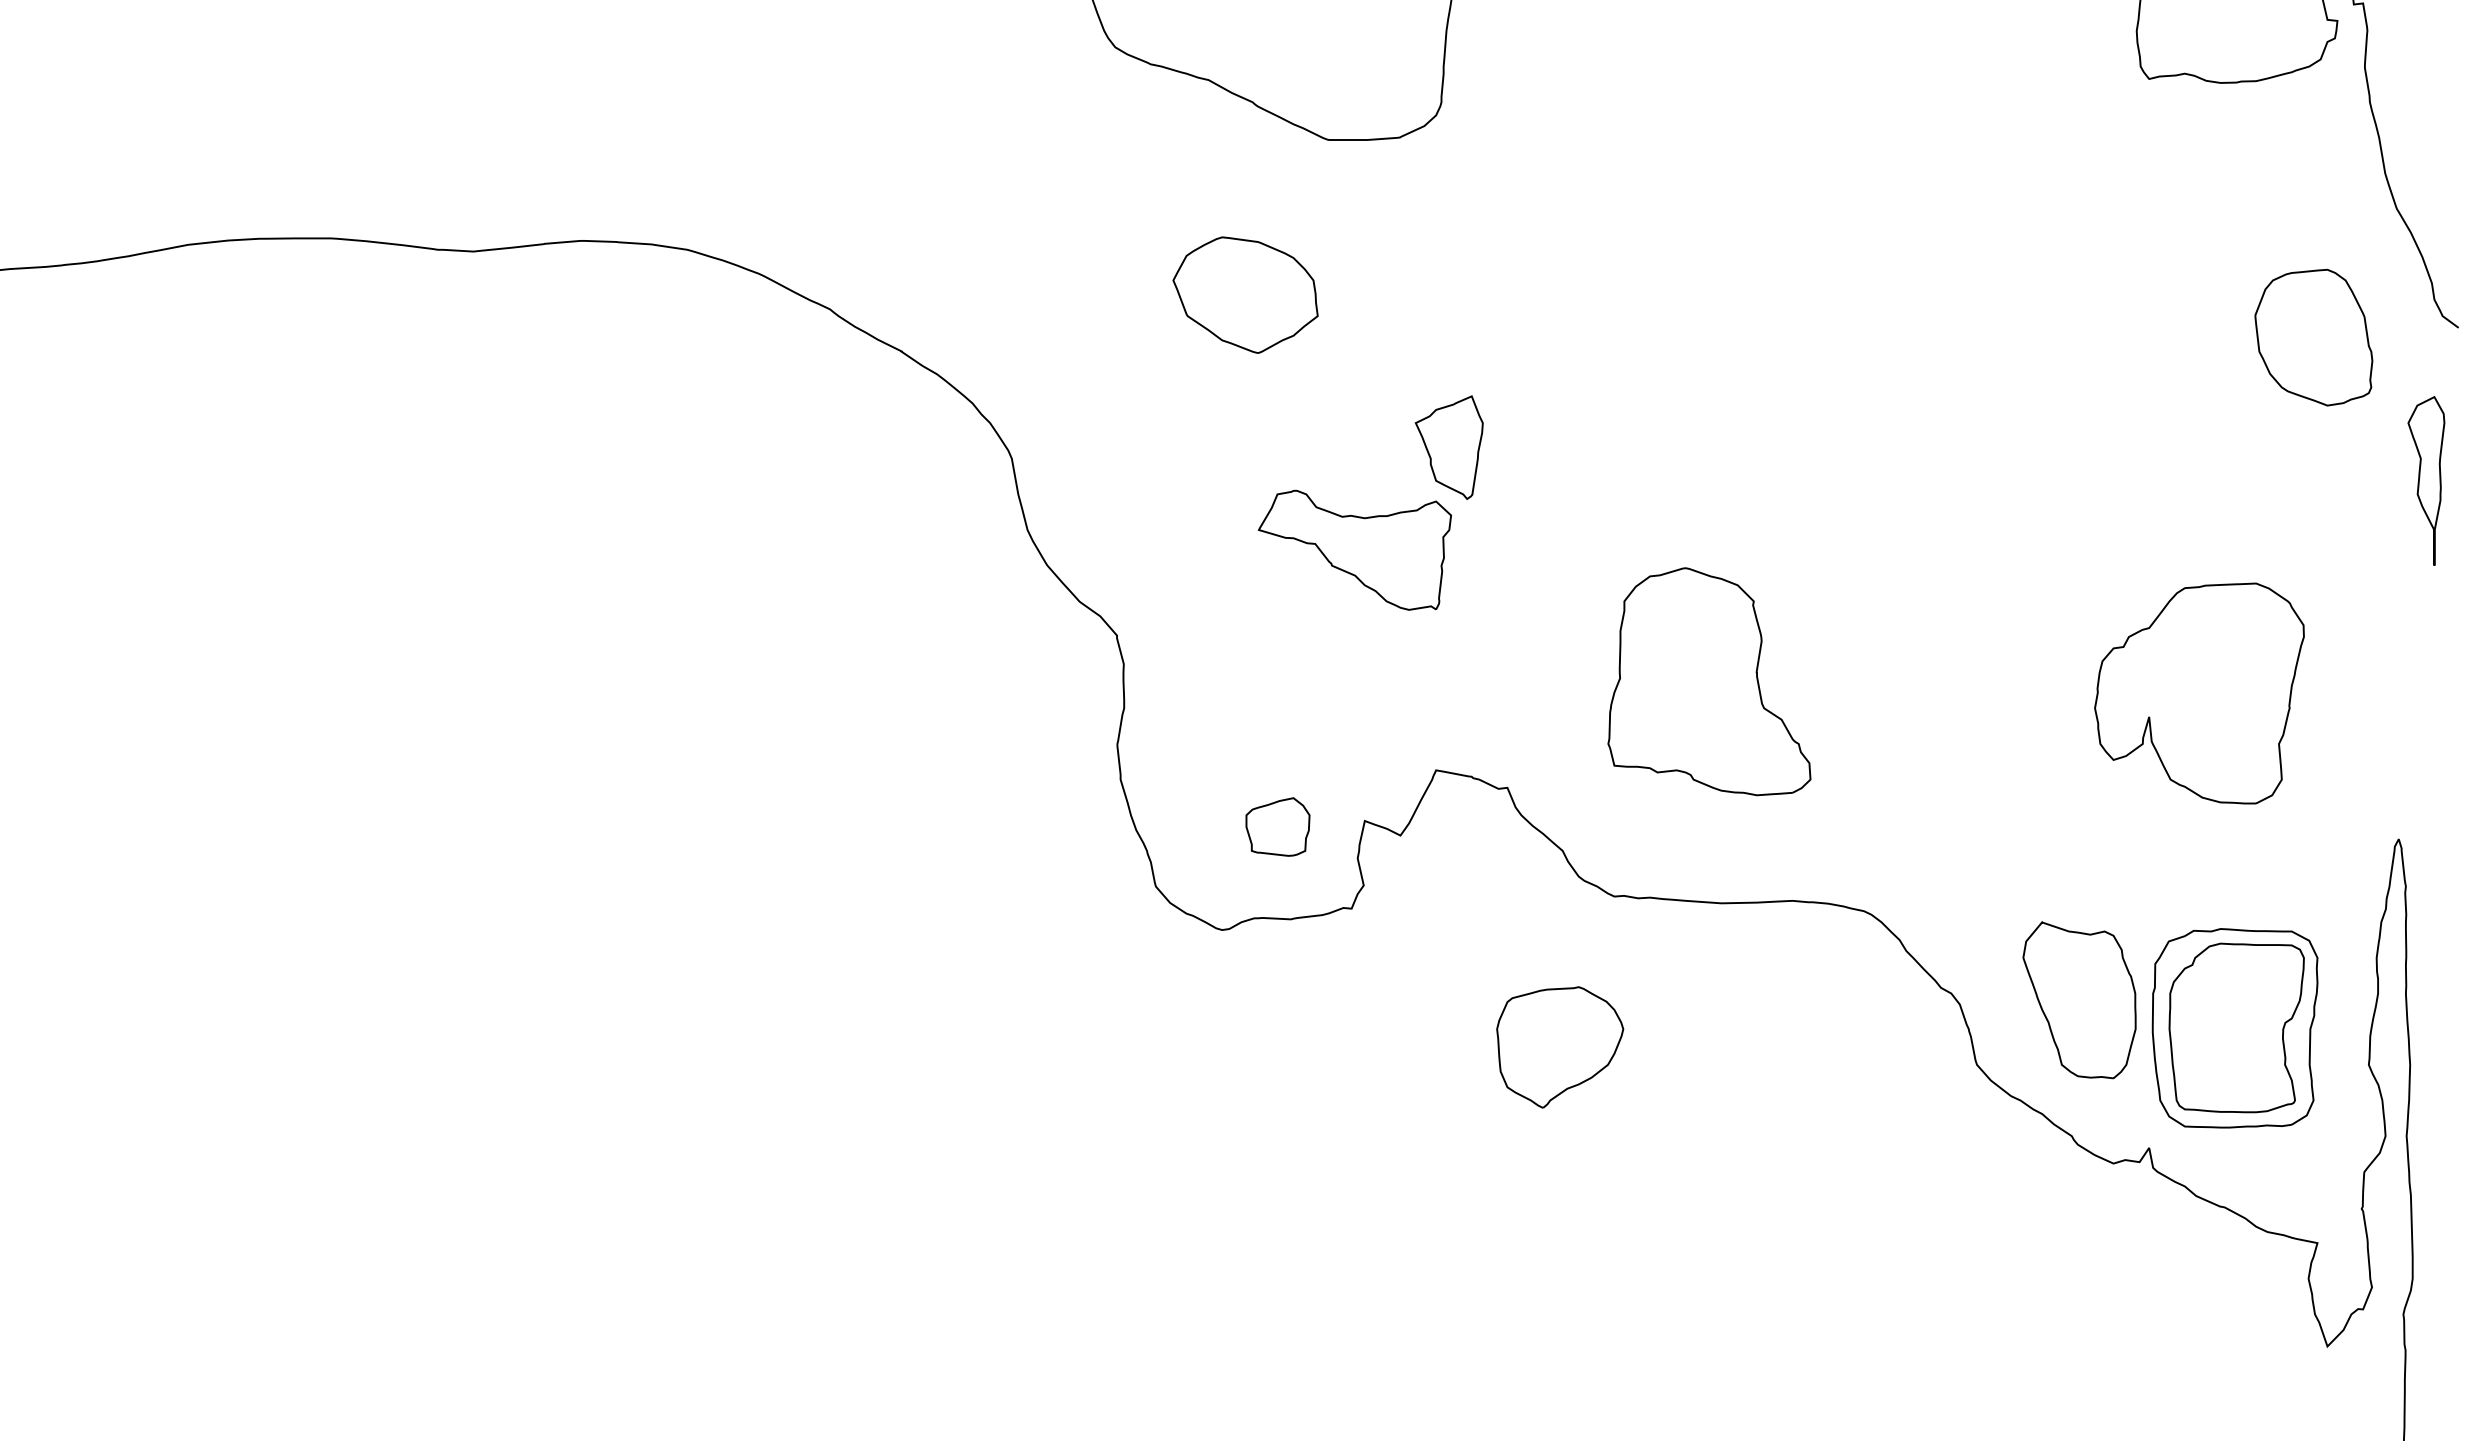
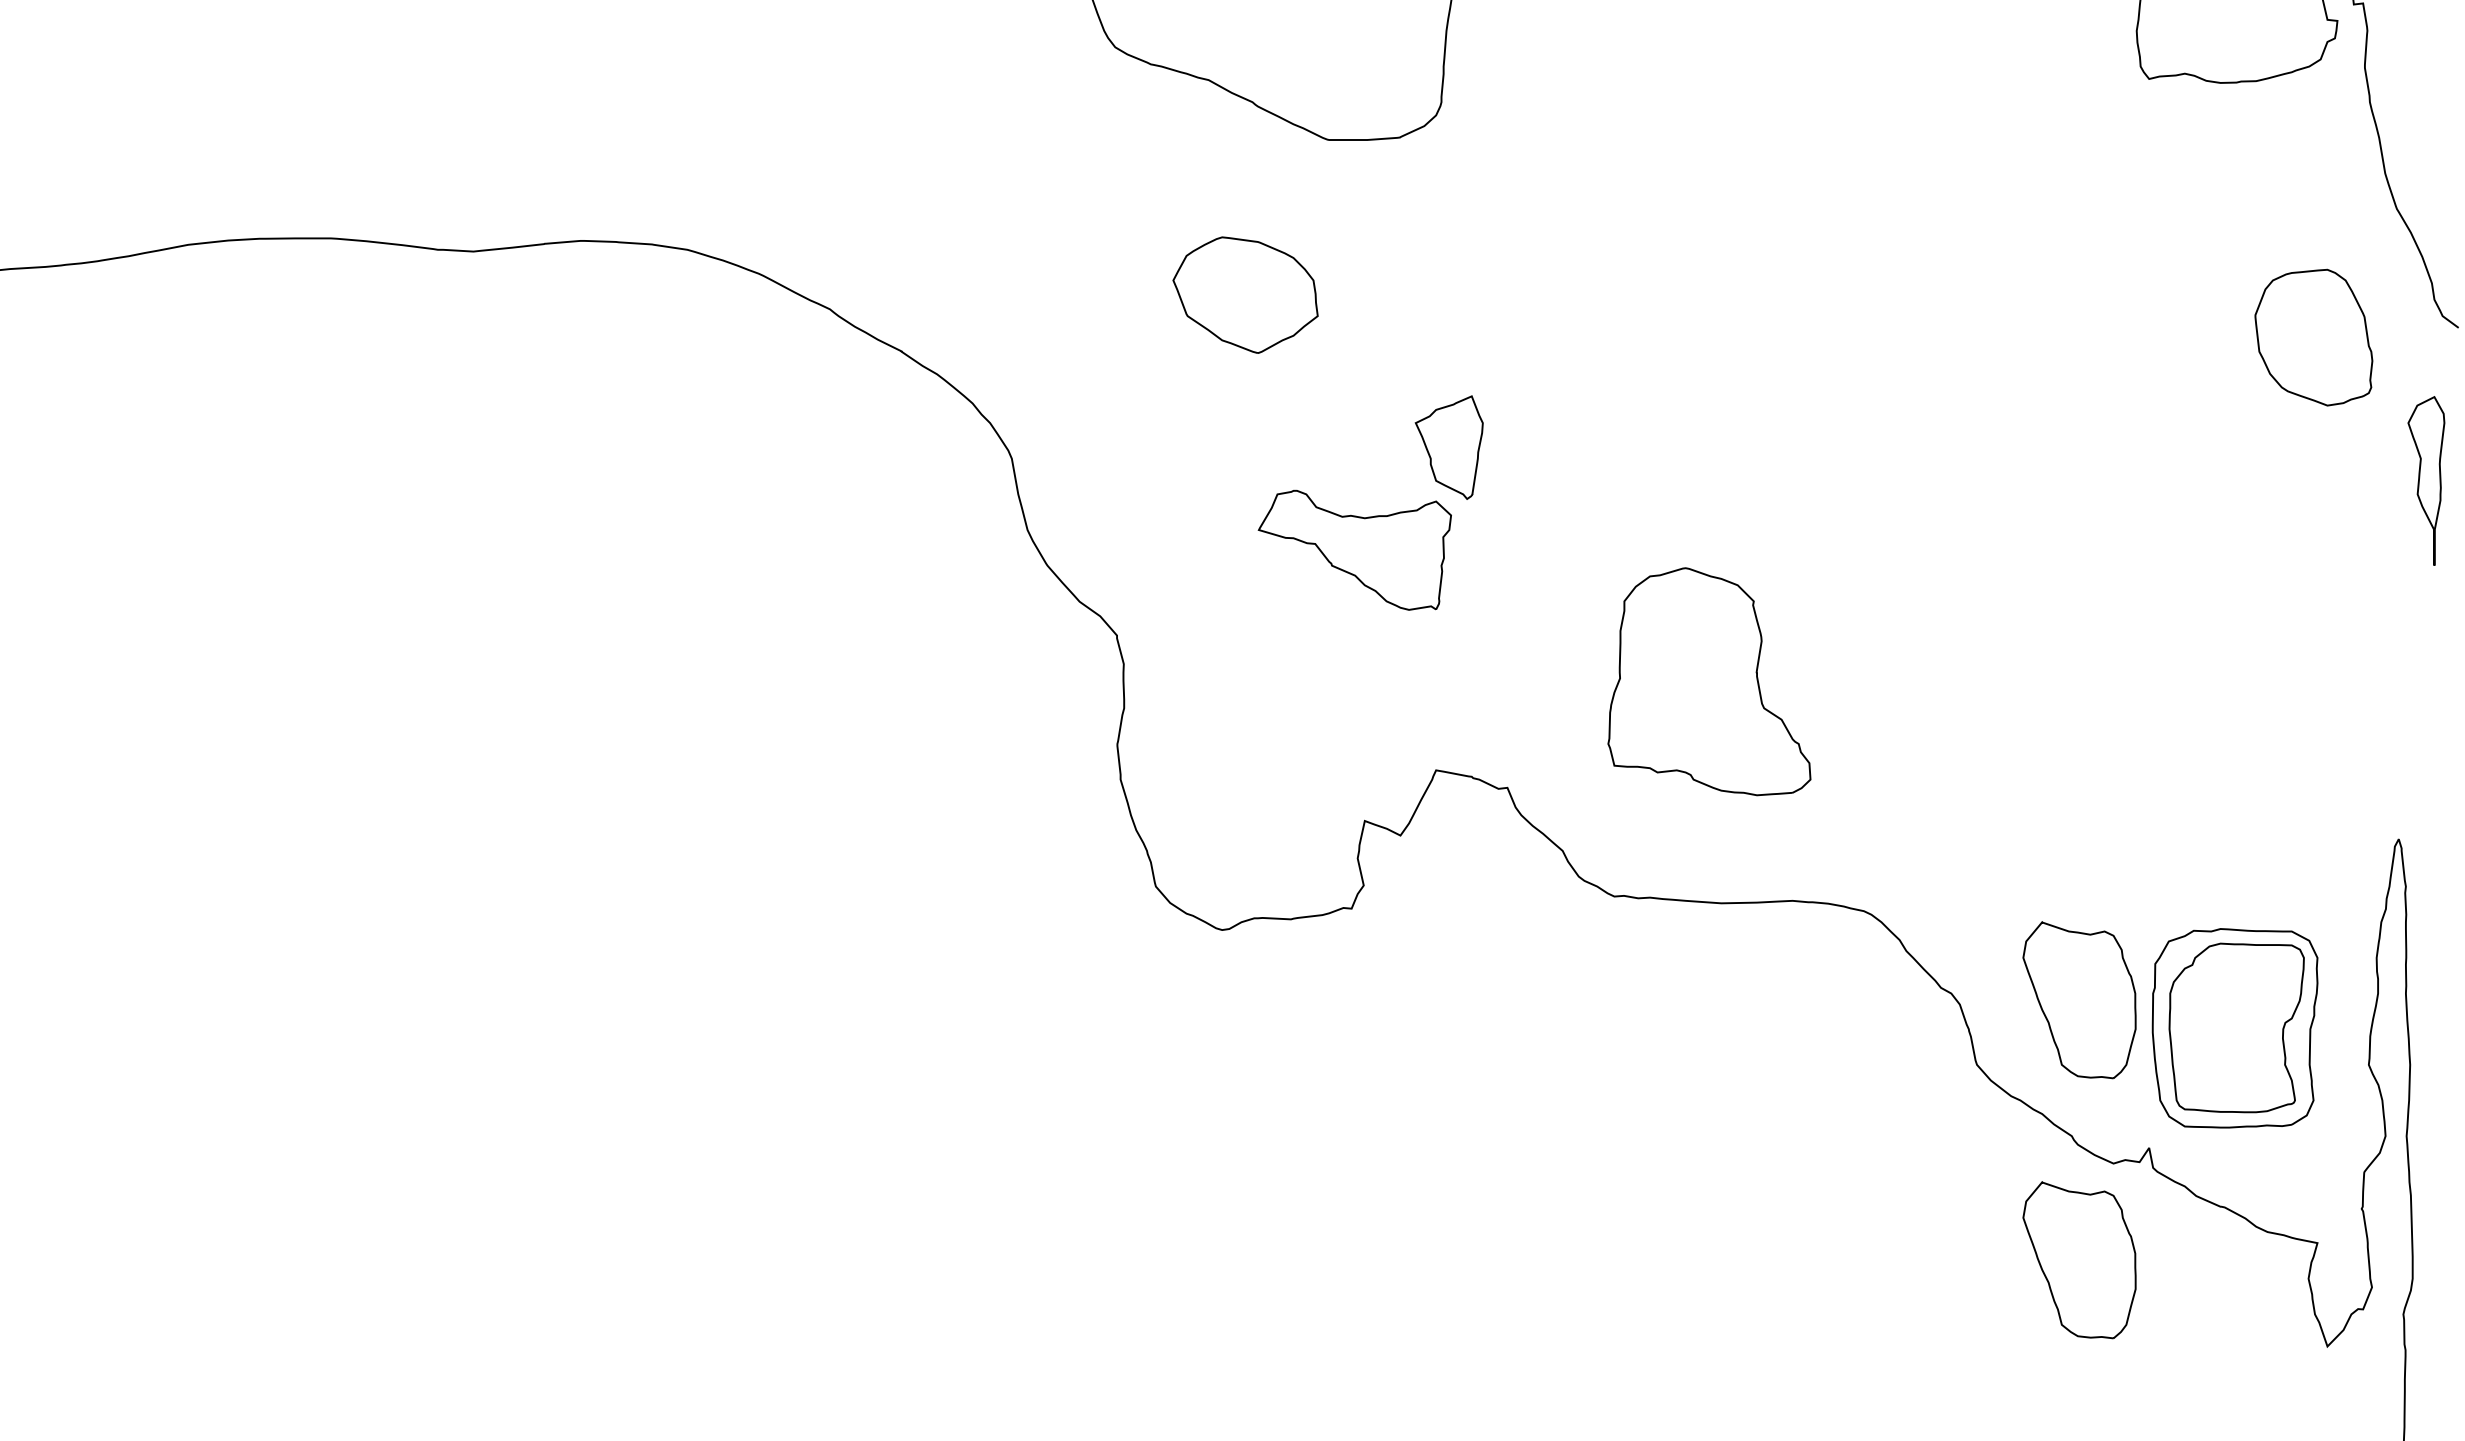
part at (2199, 693): present -> none
part at (1277, 826): present -> none
part at (1560, 1047): present -> none
part at (2079, 1260): none -> present
